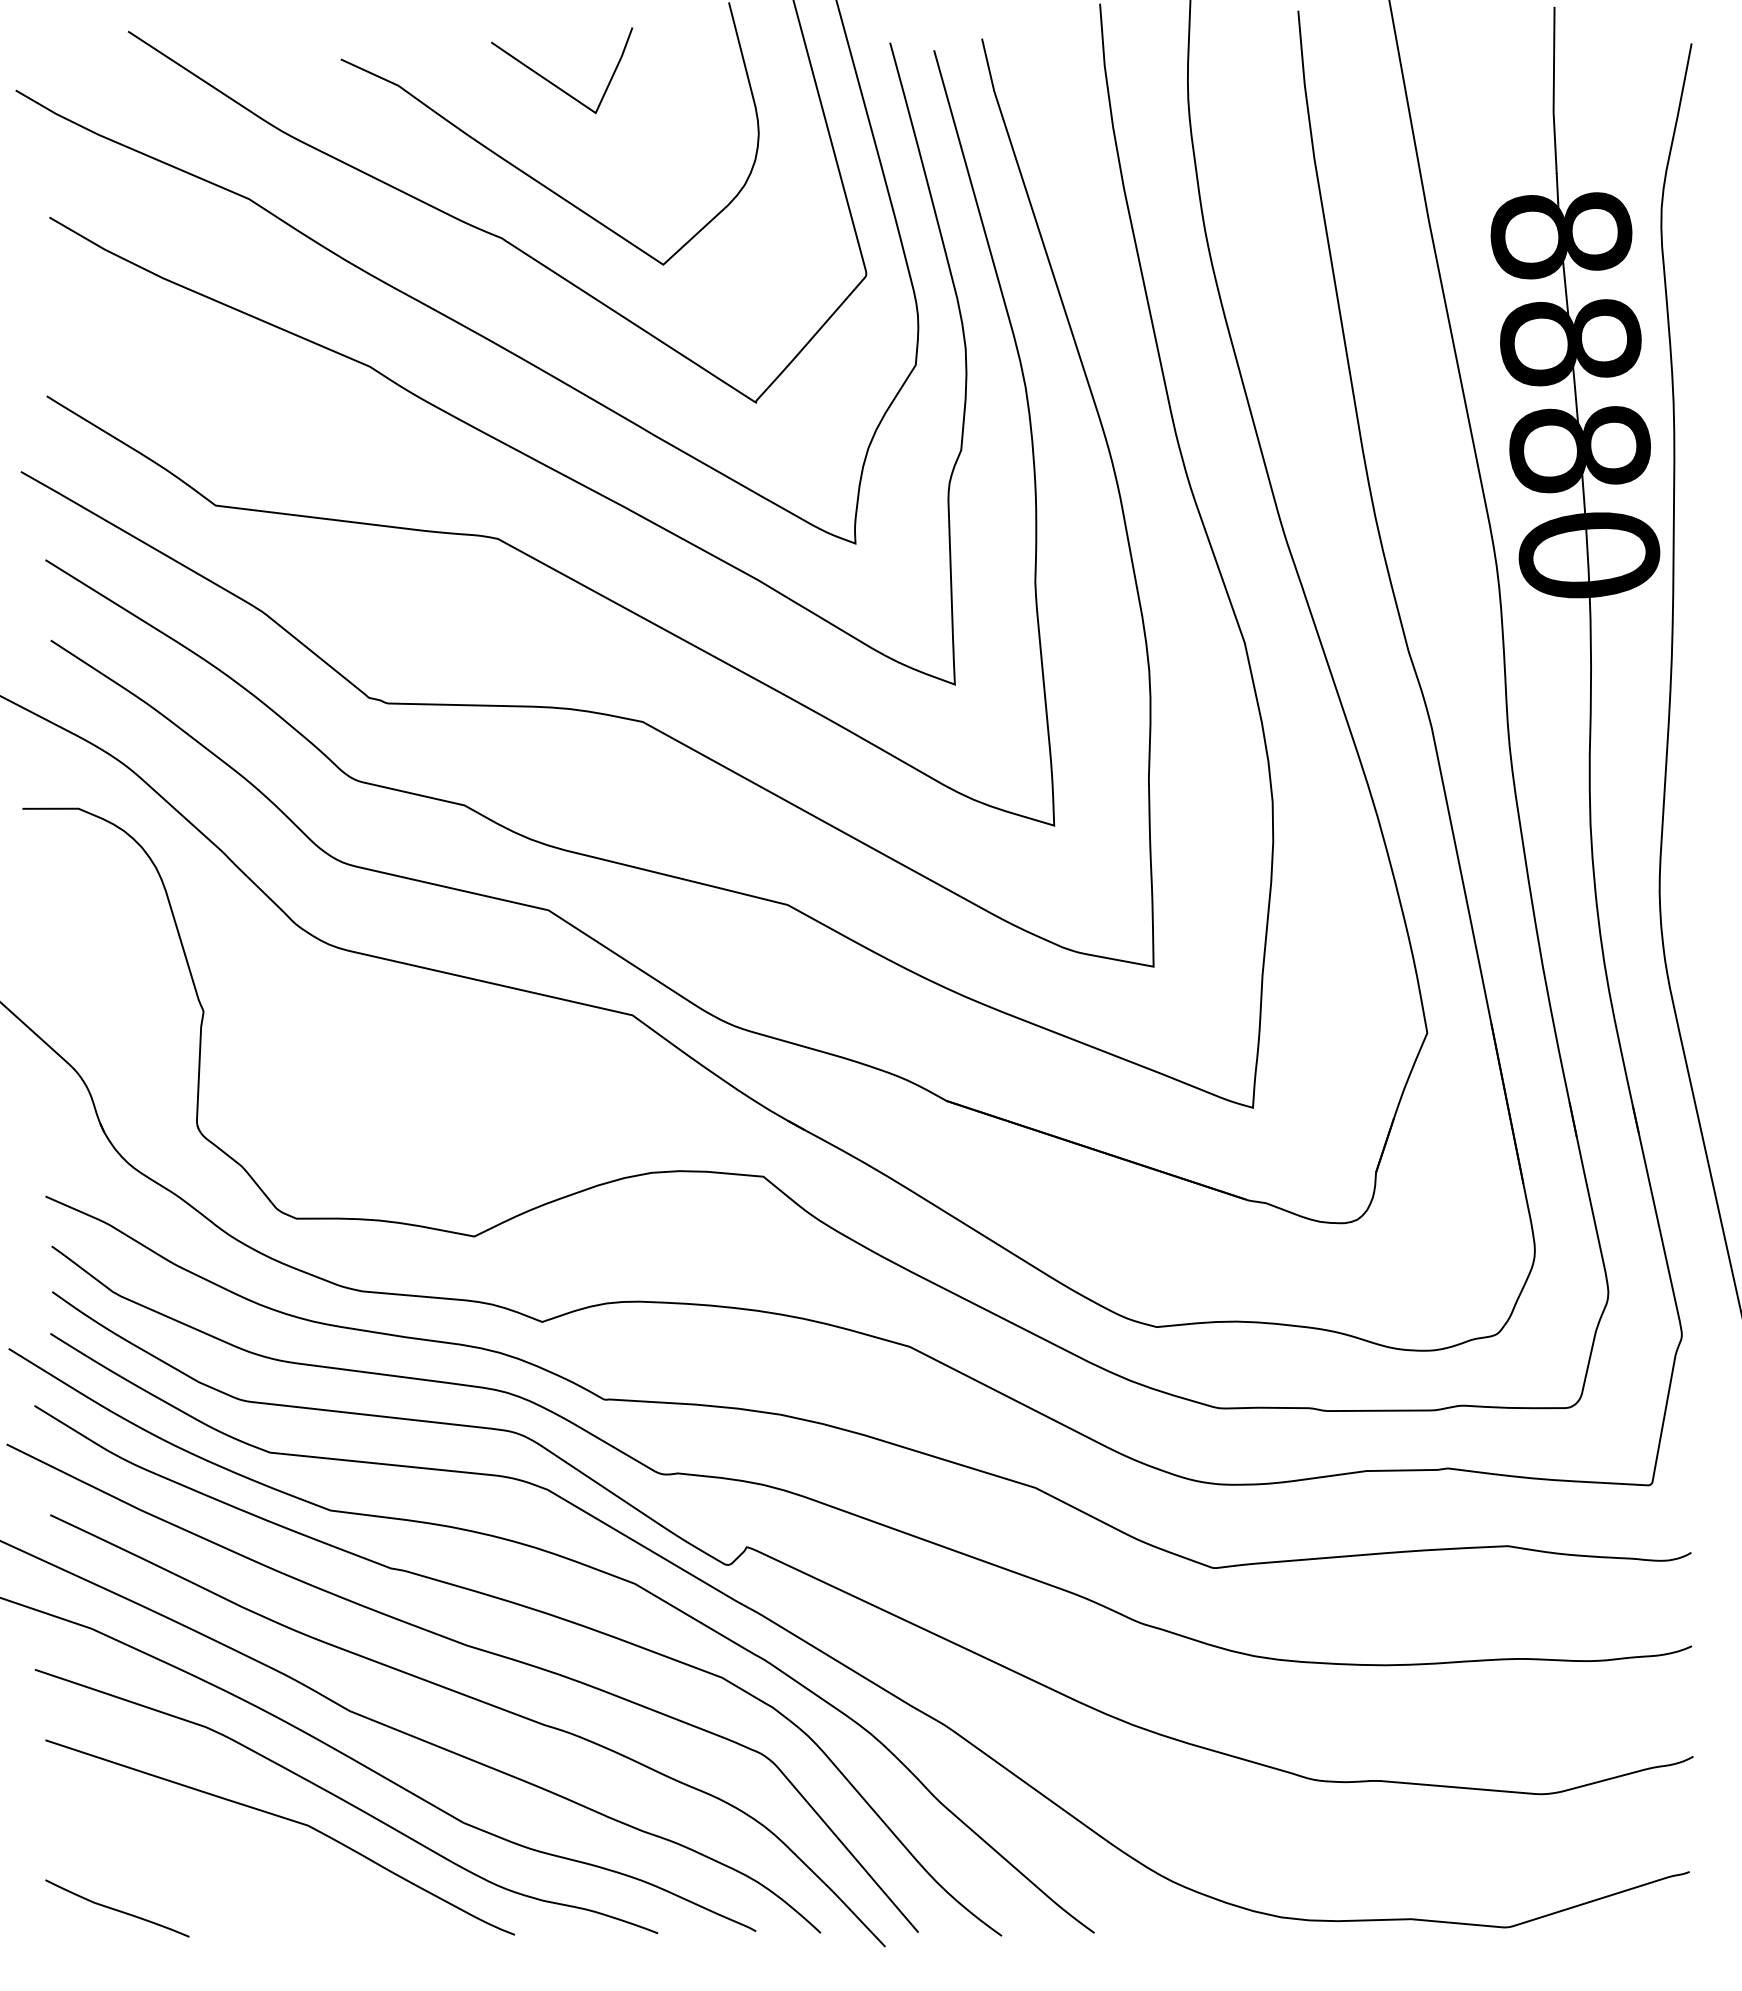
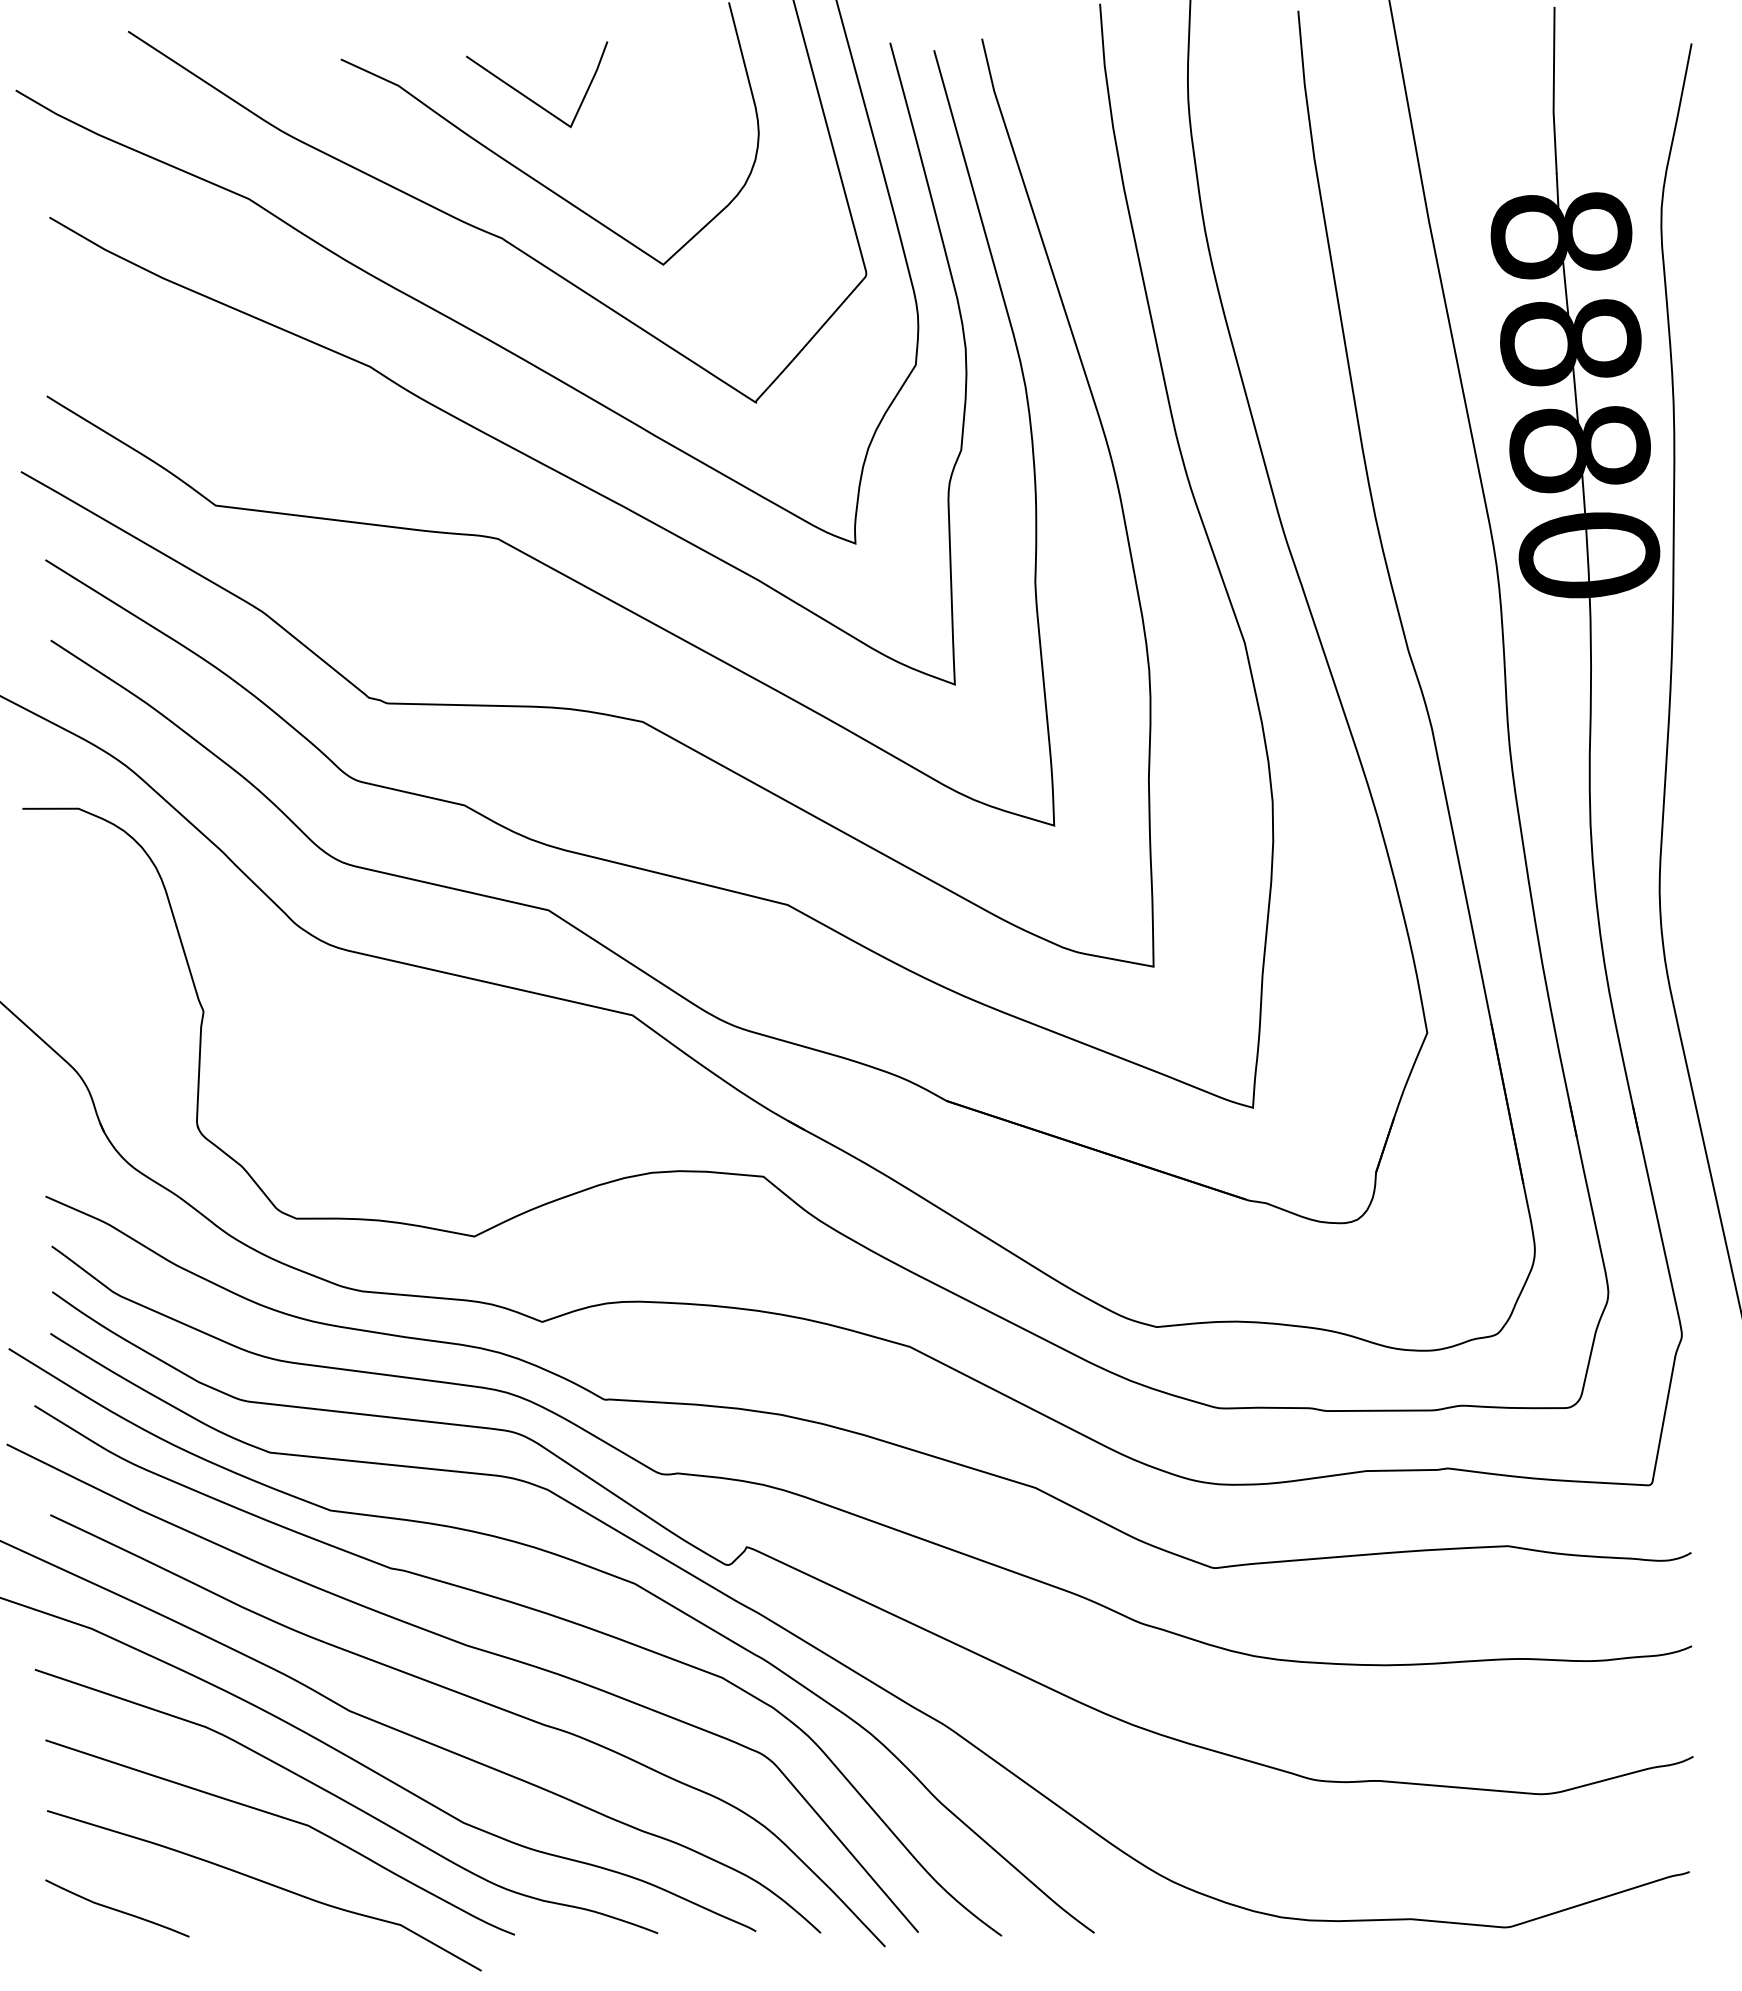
line at (552, 82) position: (552, 82) -> (527, 96)
curve at (267, 1884): none -> present
